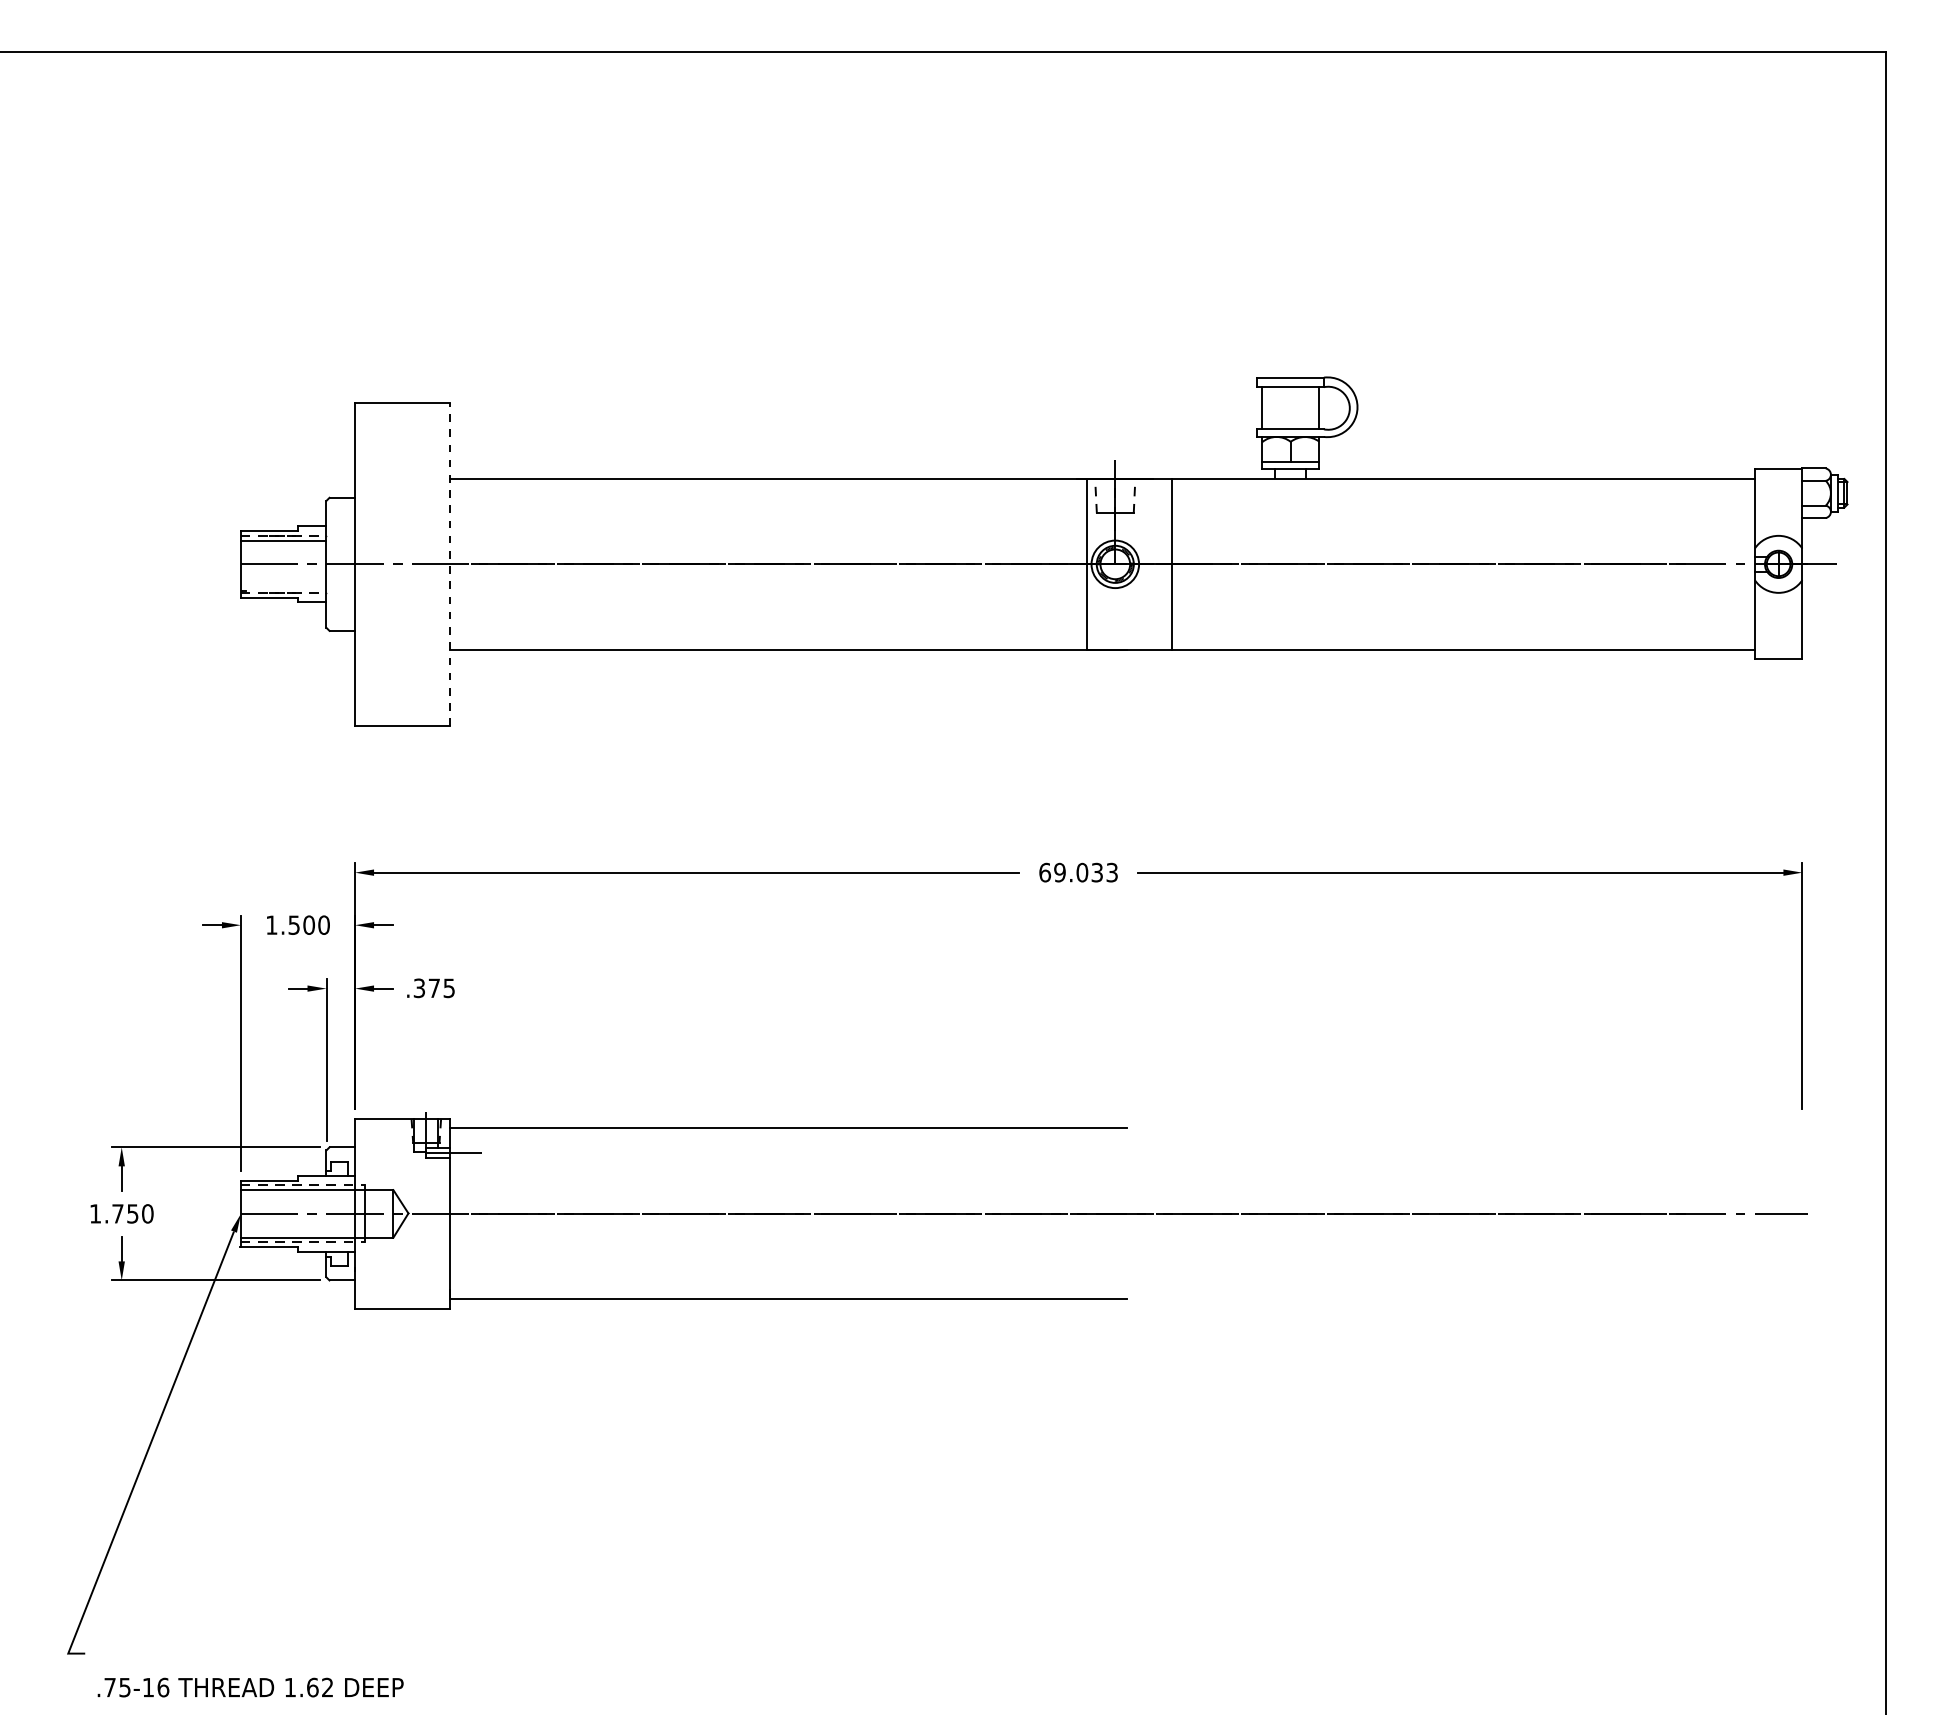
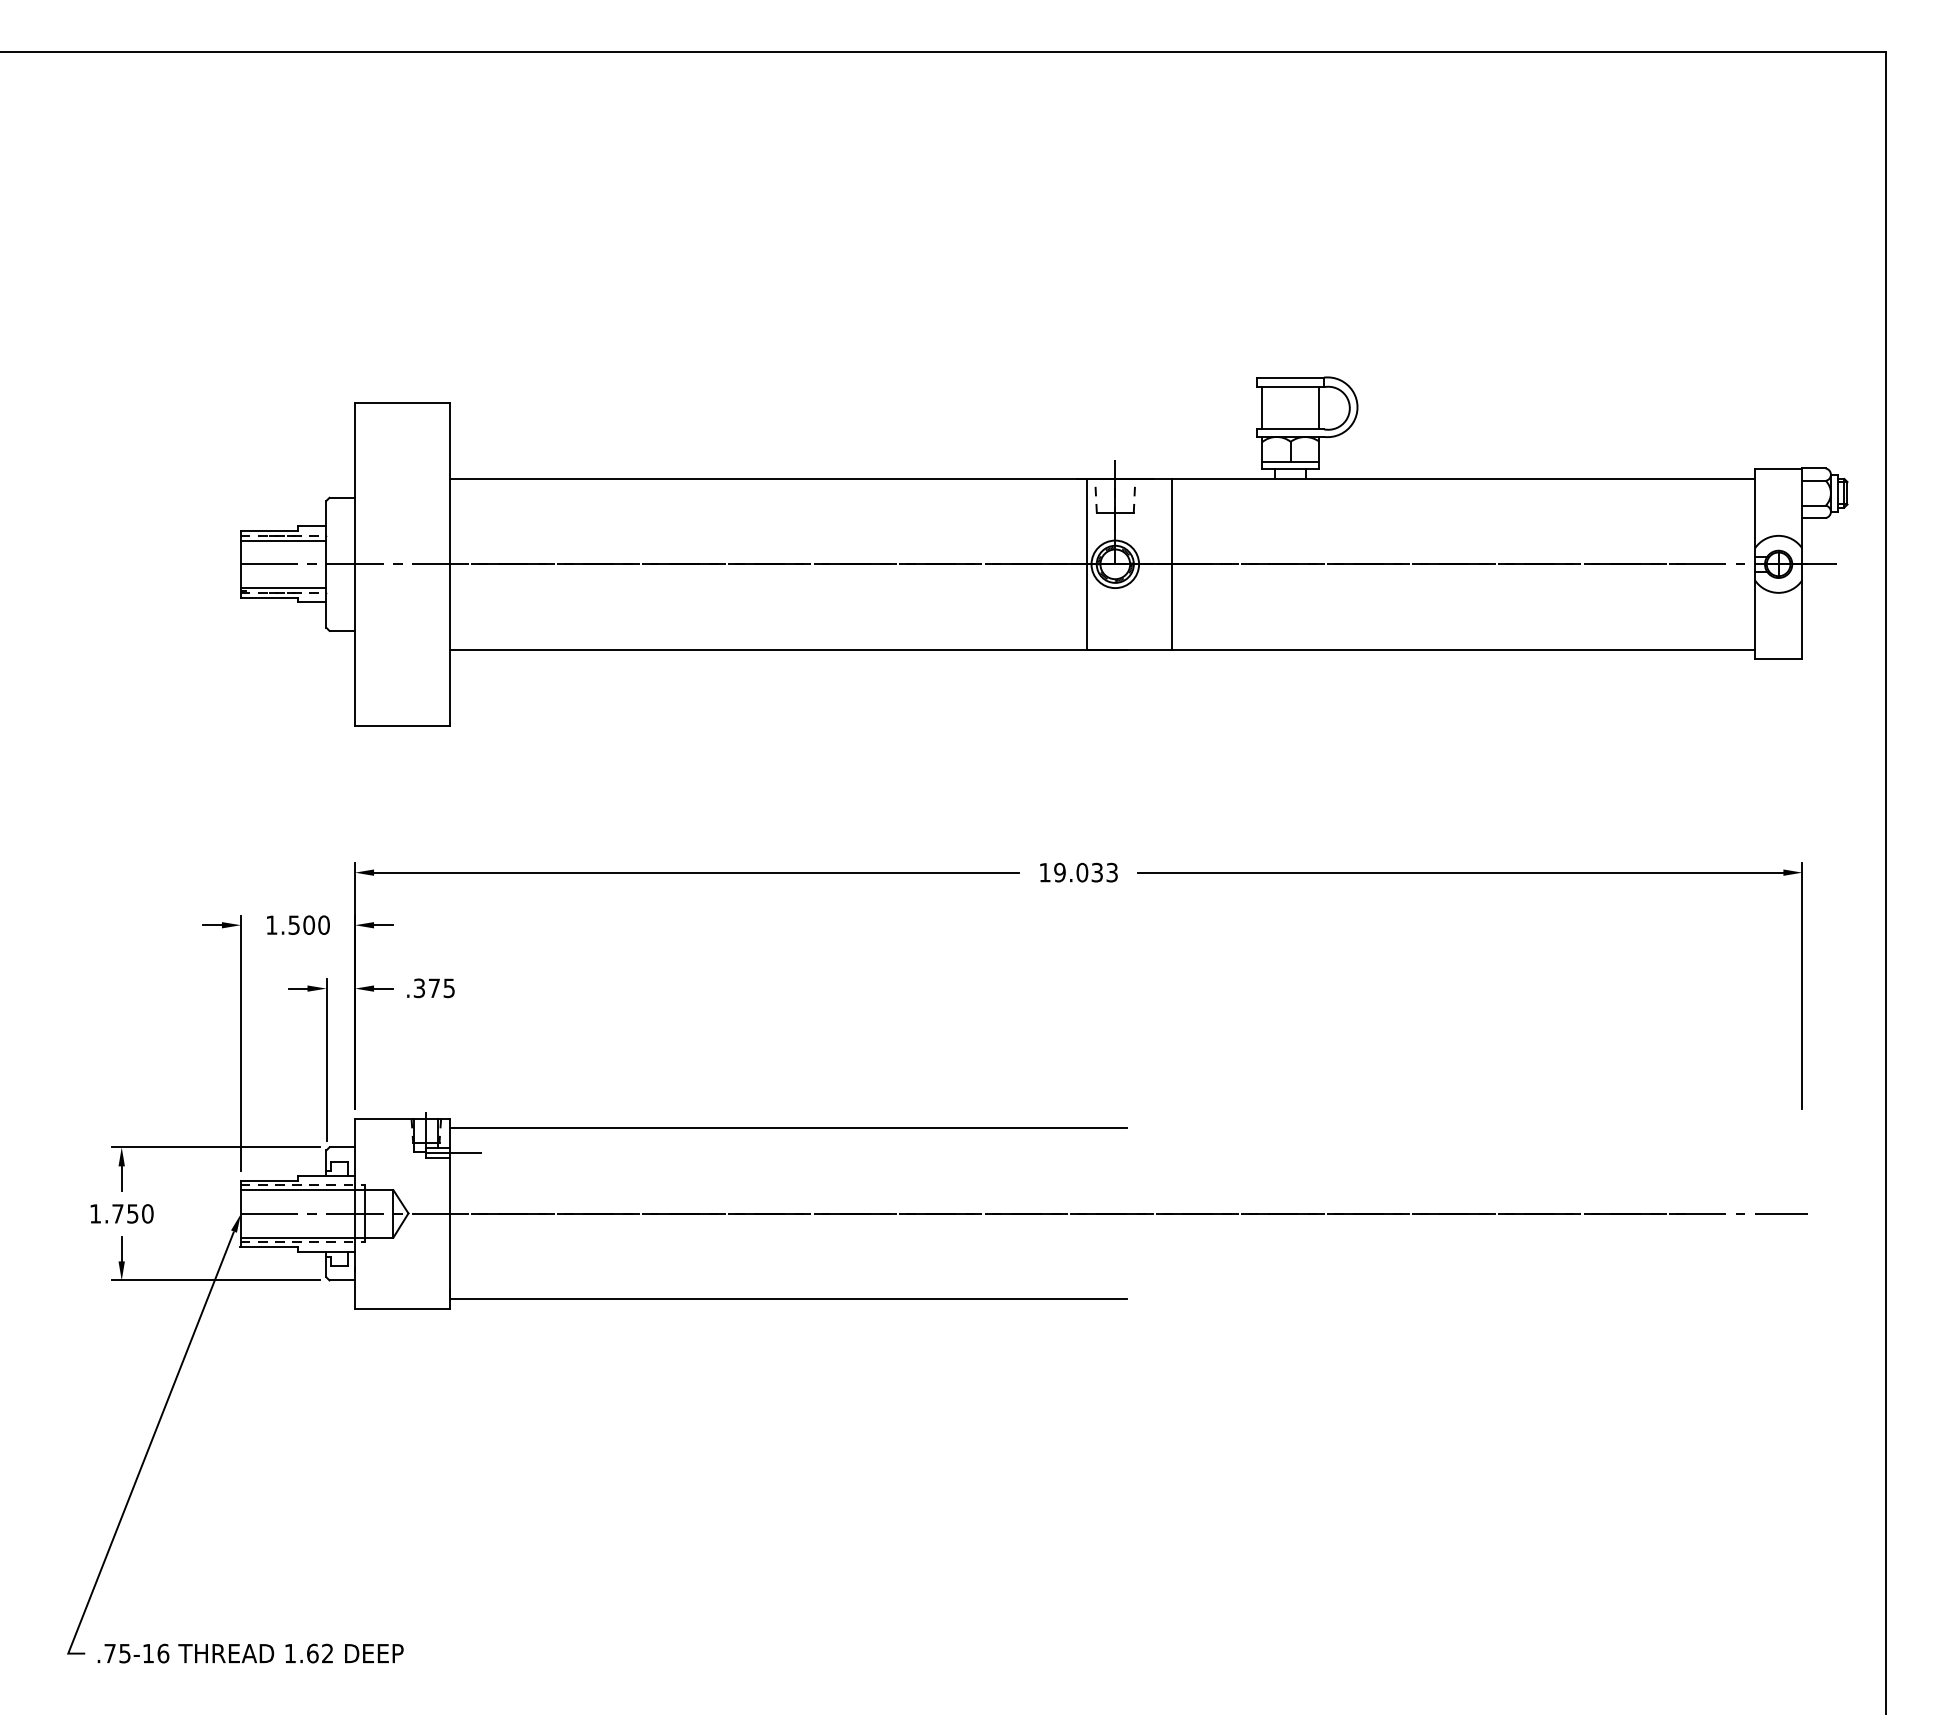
line at (450, 564): dashed -> solid
line at (283, 588): none -> present
text at (1045, 872): 69.033 -> 19.033
text at (250, 1687) position: (250, 1687) -> (250, 1653)
